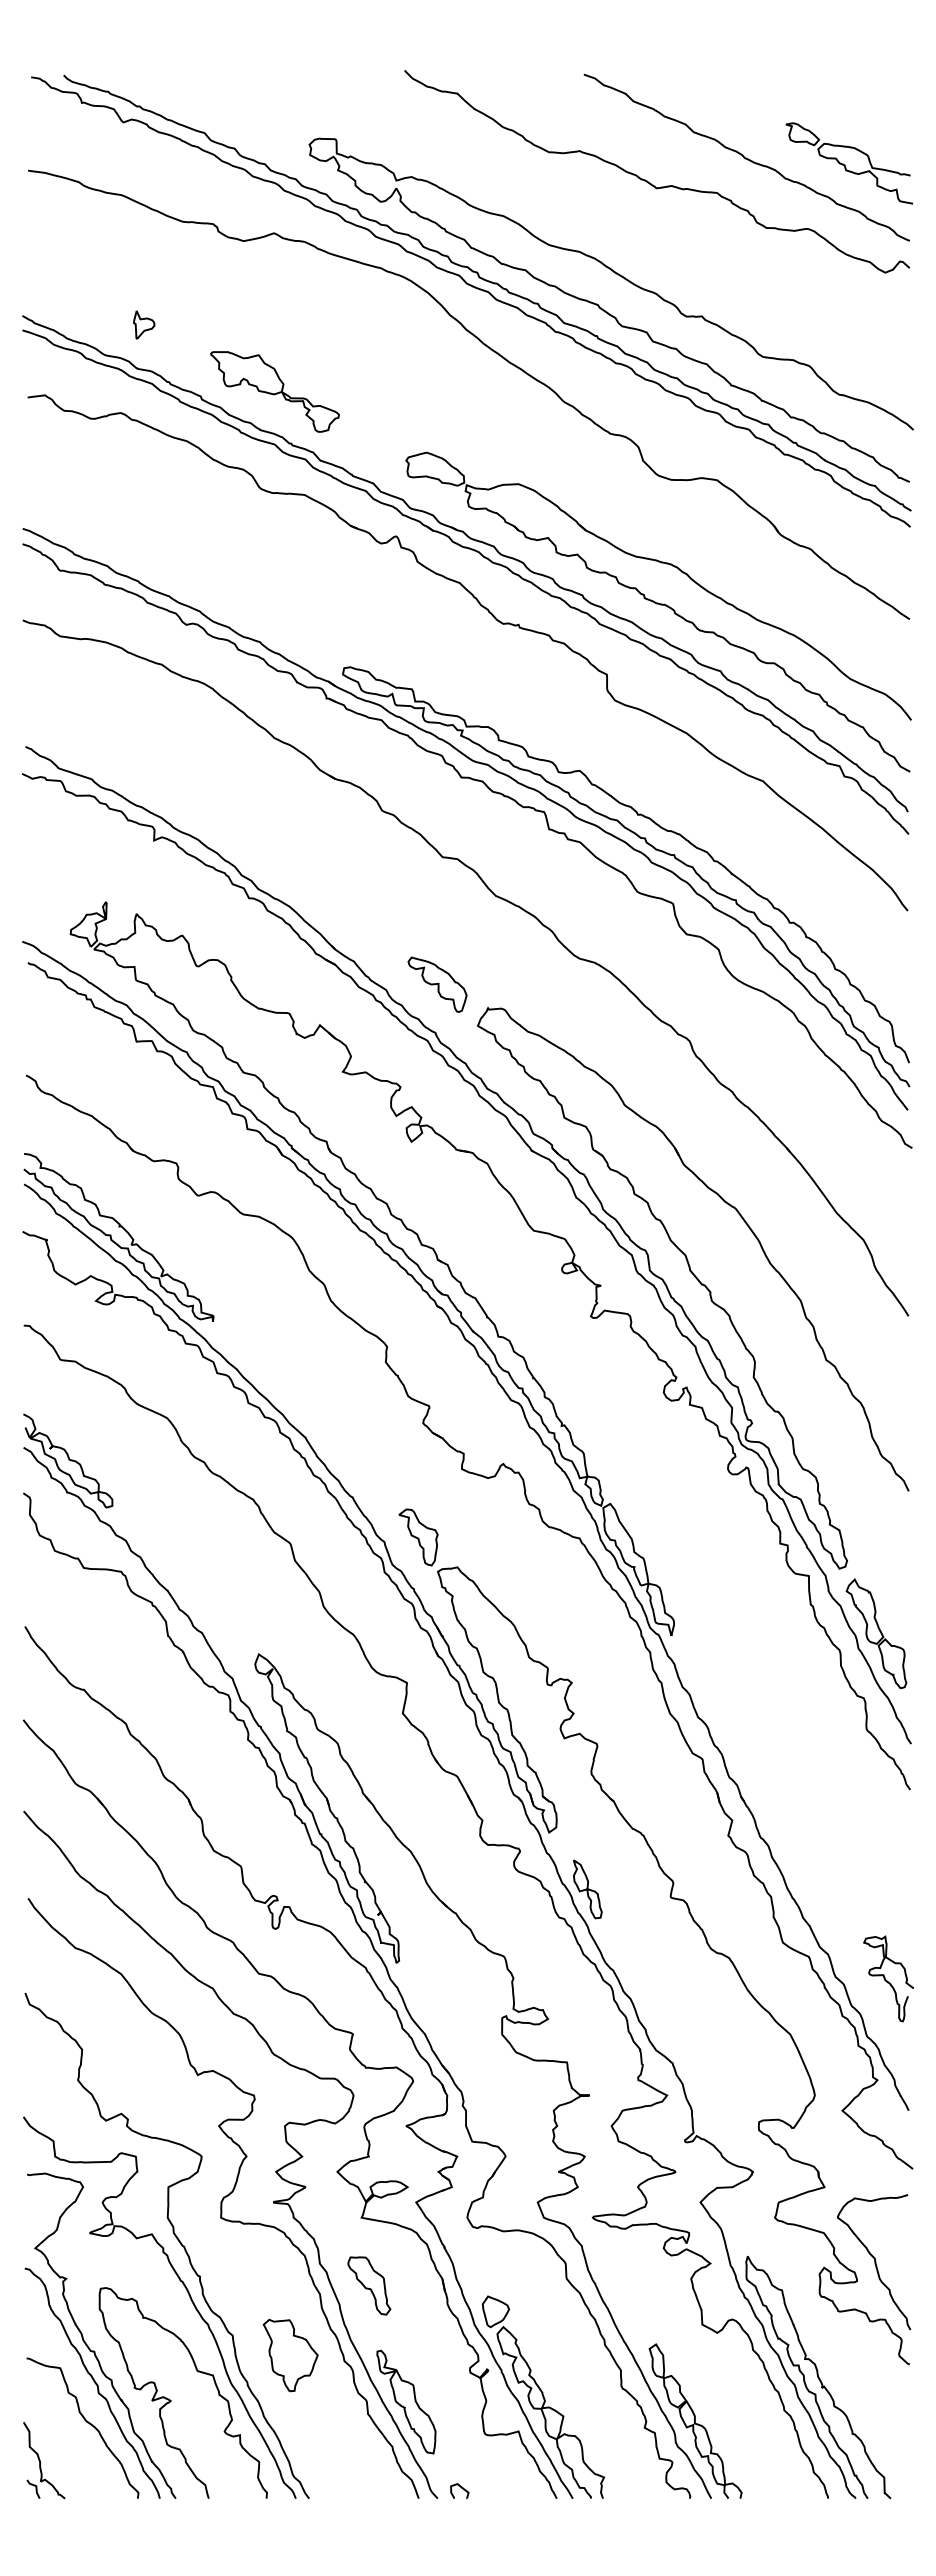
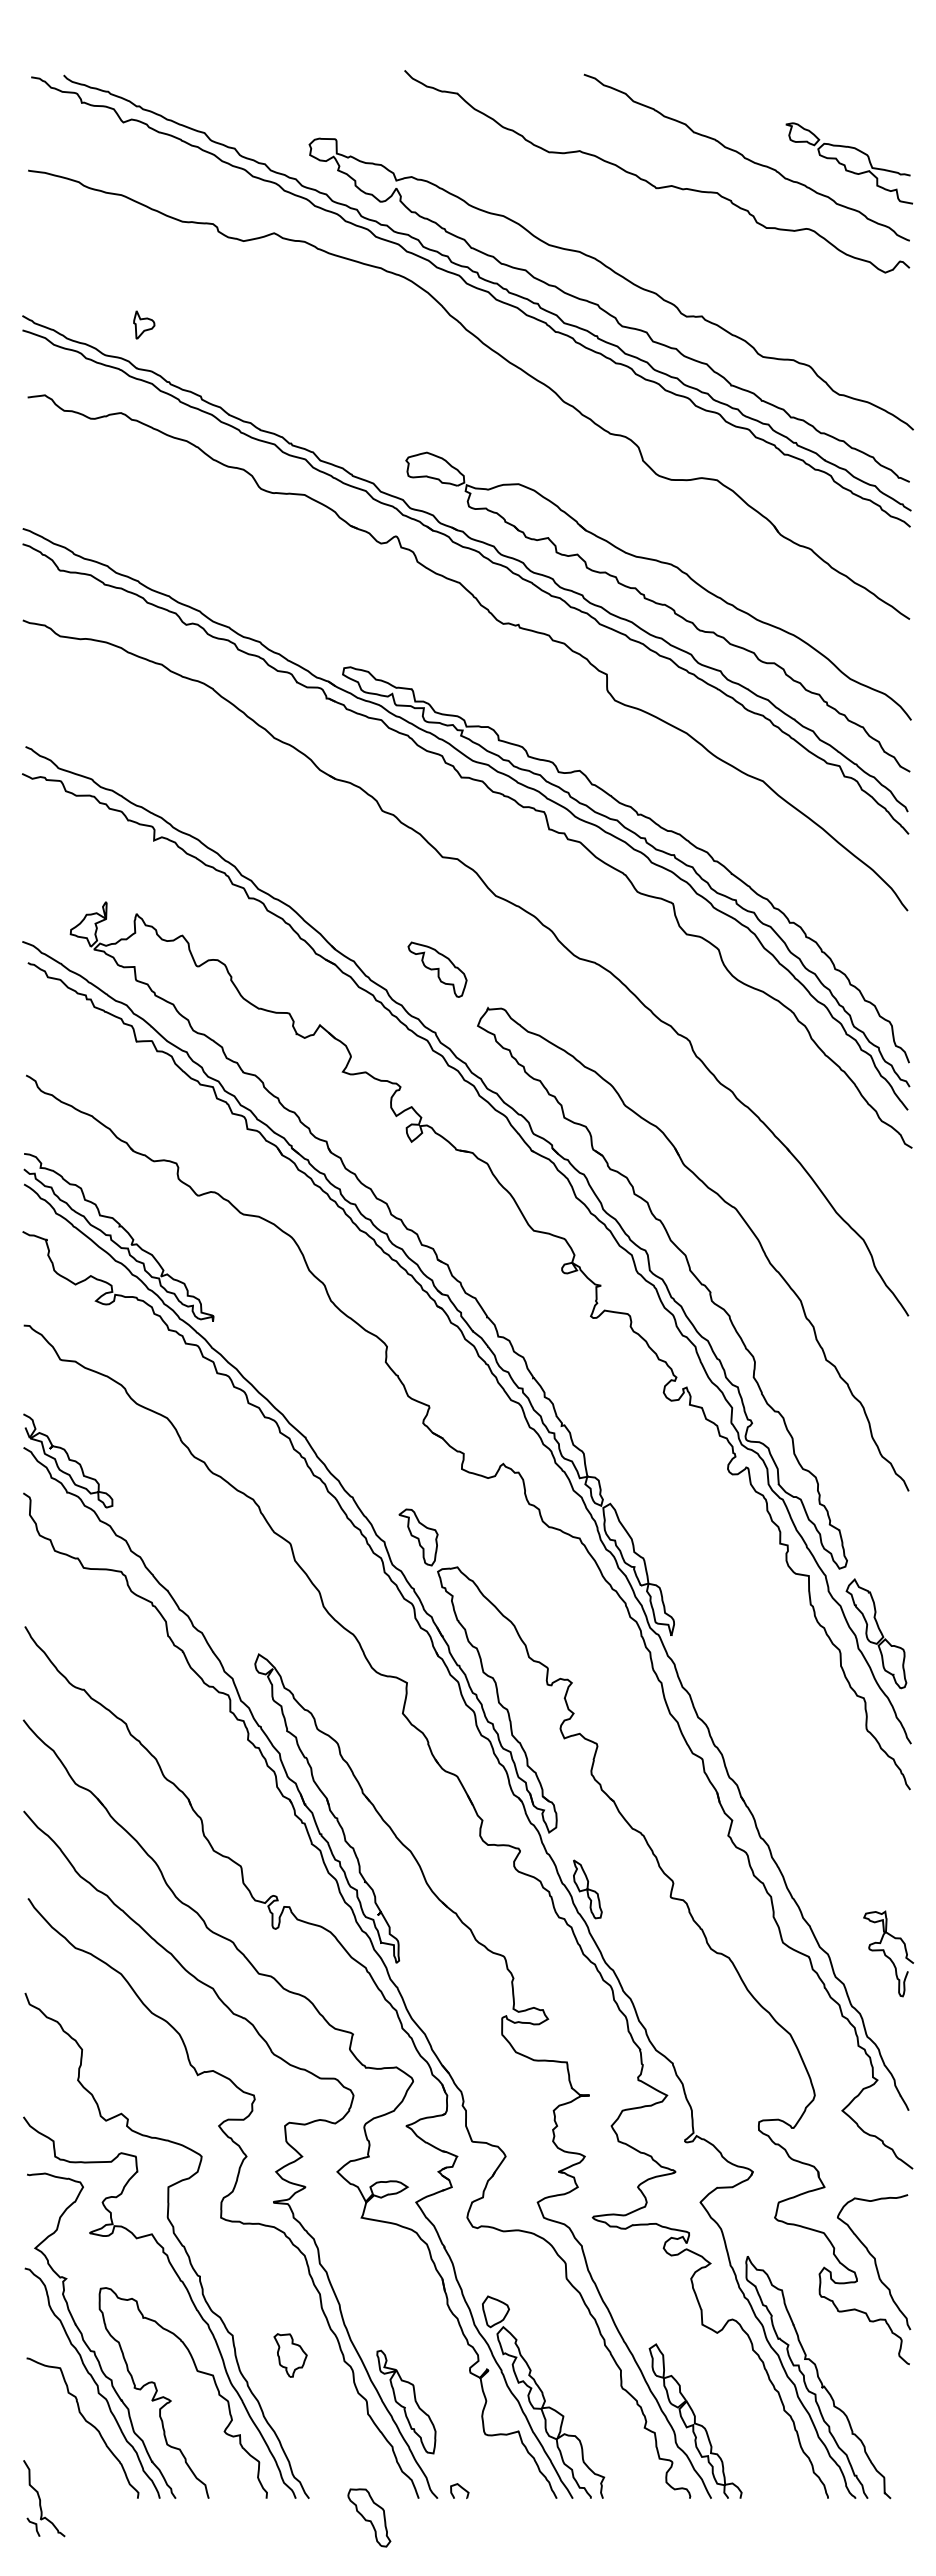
part at (274, 391): present -> none
part at (437, 984) position: (437, 984) -> (437, 969)
curve at (886, 1979) position: (886, 1979) -> (886, 1954)
part at (369, 2285) position: (369, 2285) -> (369, 2517)
part at (290, 2355) size: 57x75 px -> 35x45 px
part at (44, 2460) position: (44, 2460) -> (44, 2498)
